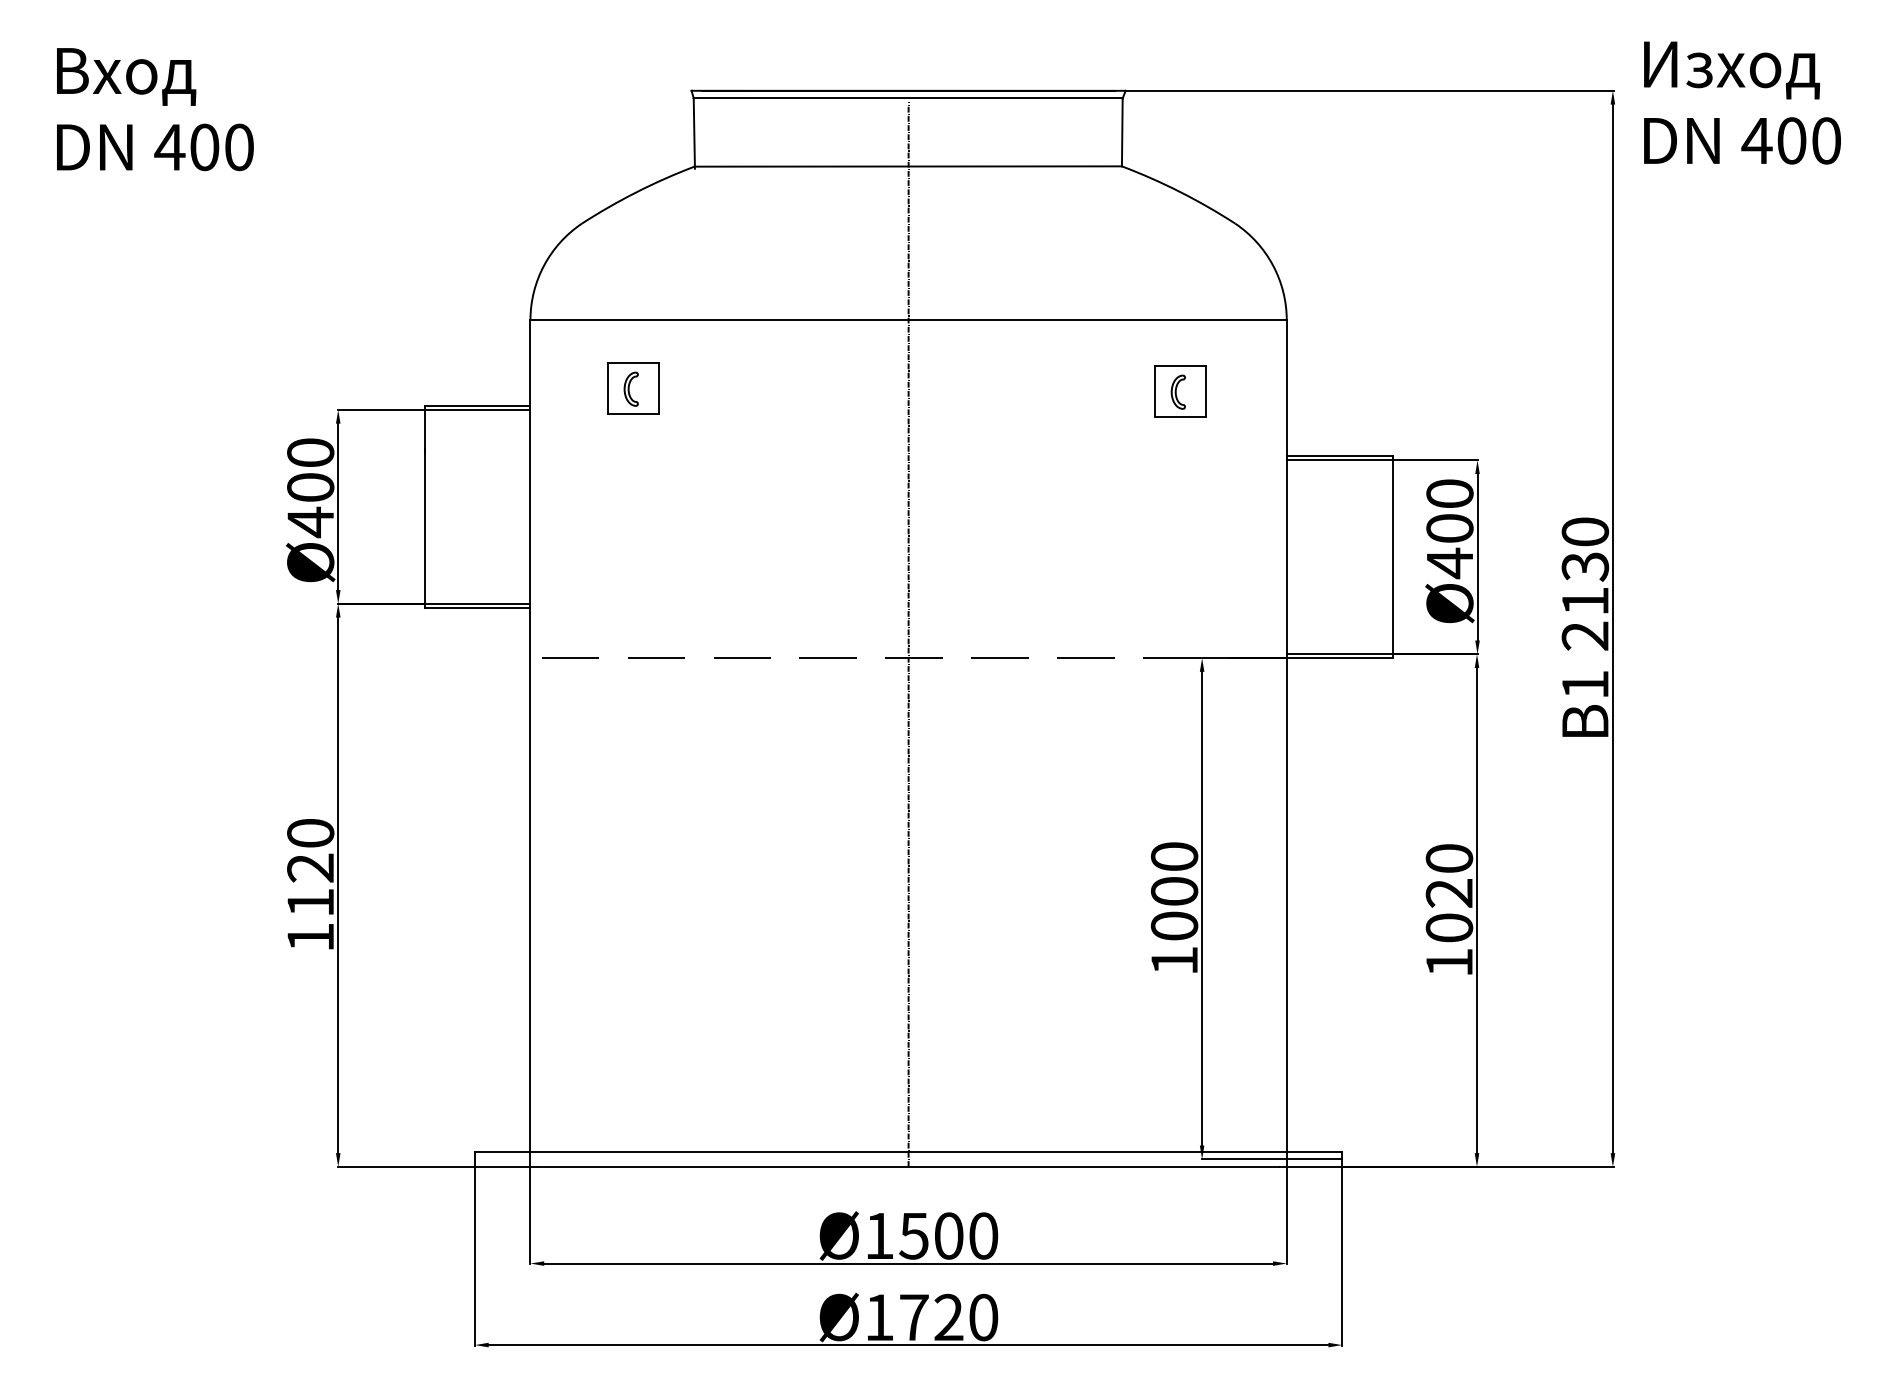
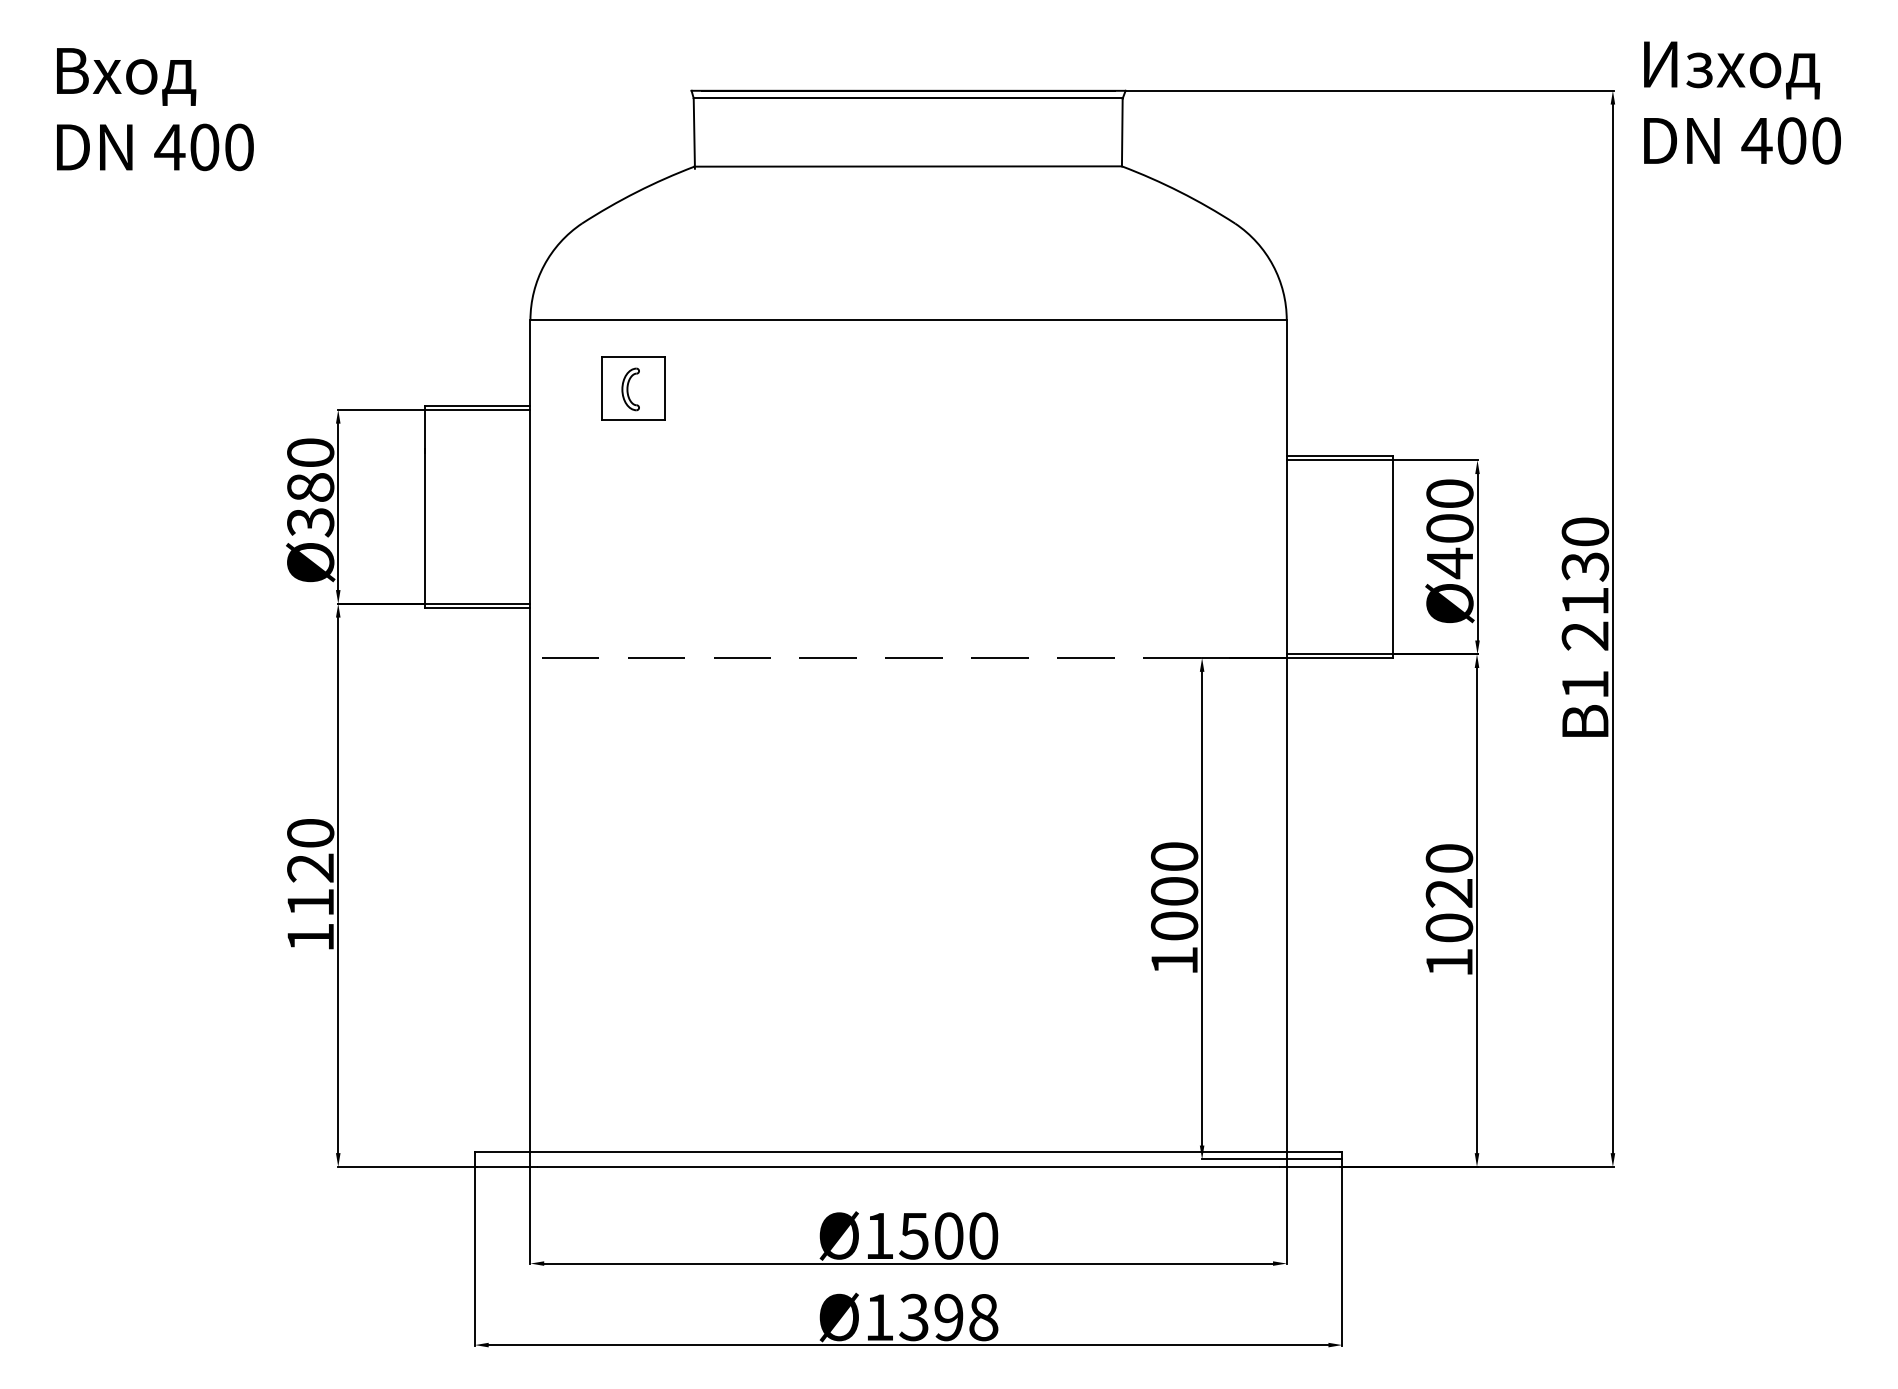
part at (633, 388) size: 53x53 px -> 65x65 px
part at (1180, 391): present -> none
text at (310, 505): Ø400 -> Ø380
line at (908, 633): present -> none
text at (948, 1317): Ø1720 -> Ø1398
